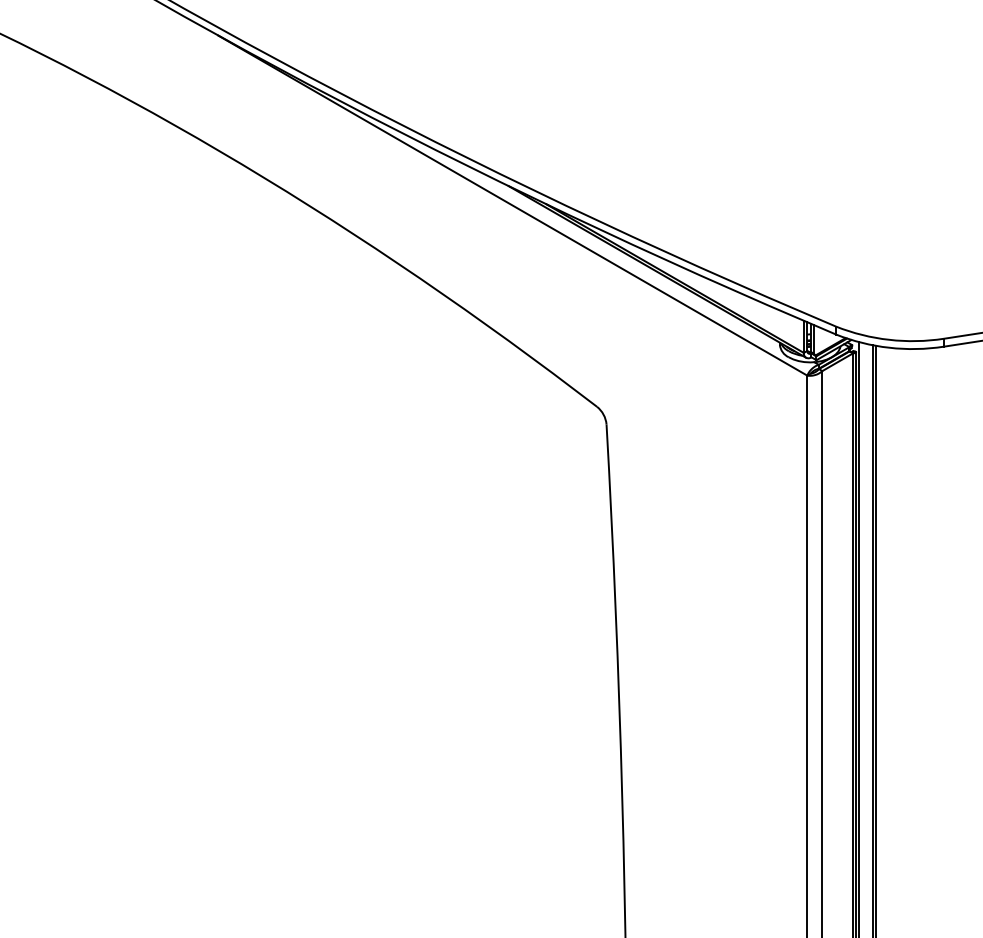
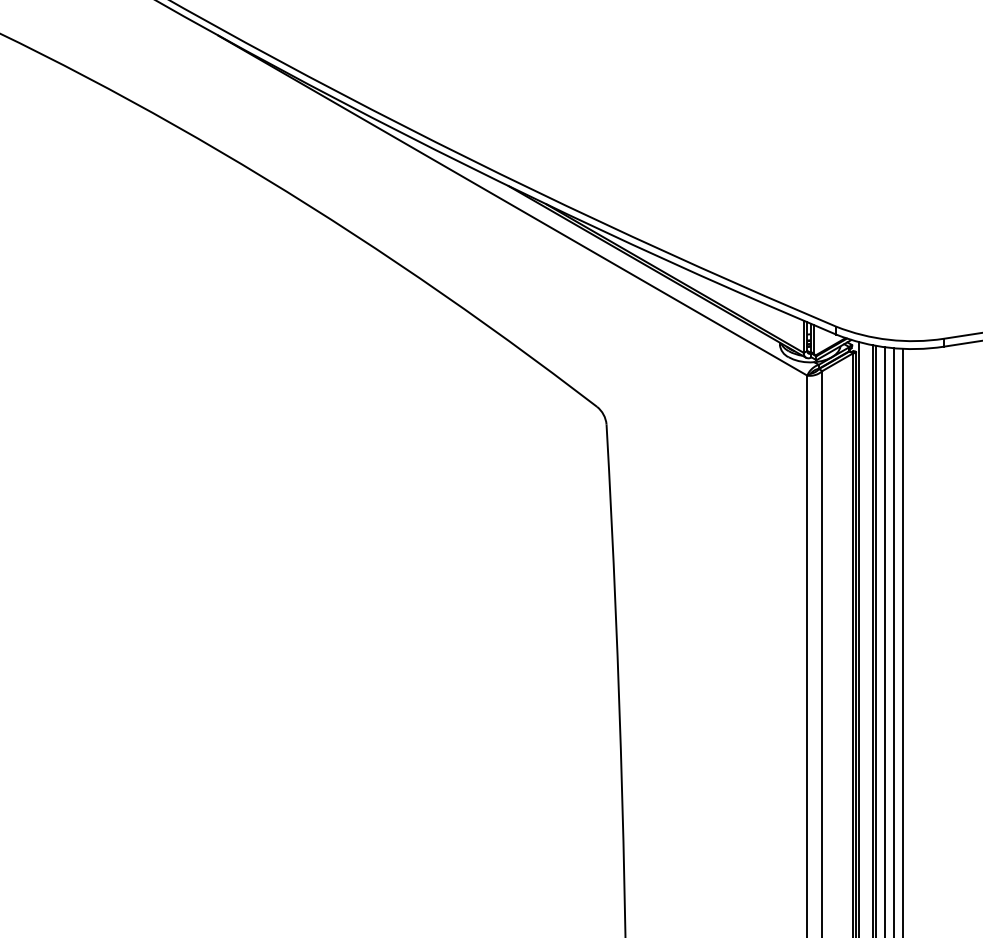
line at (885, 640): none -> present
line at (893, 641): none -> present
line at (903, 641): none -> present
